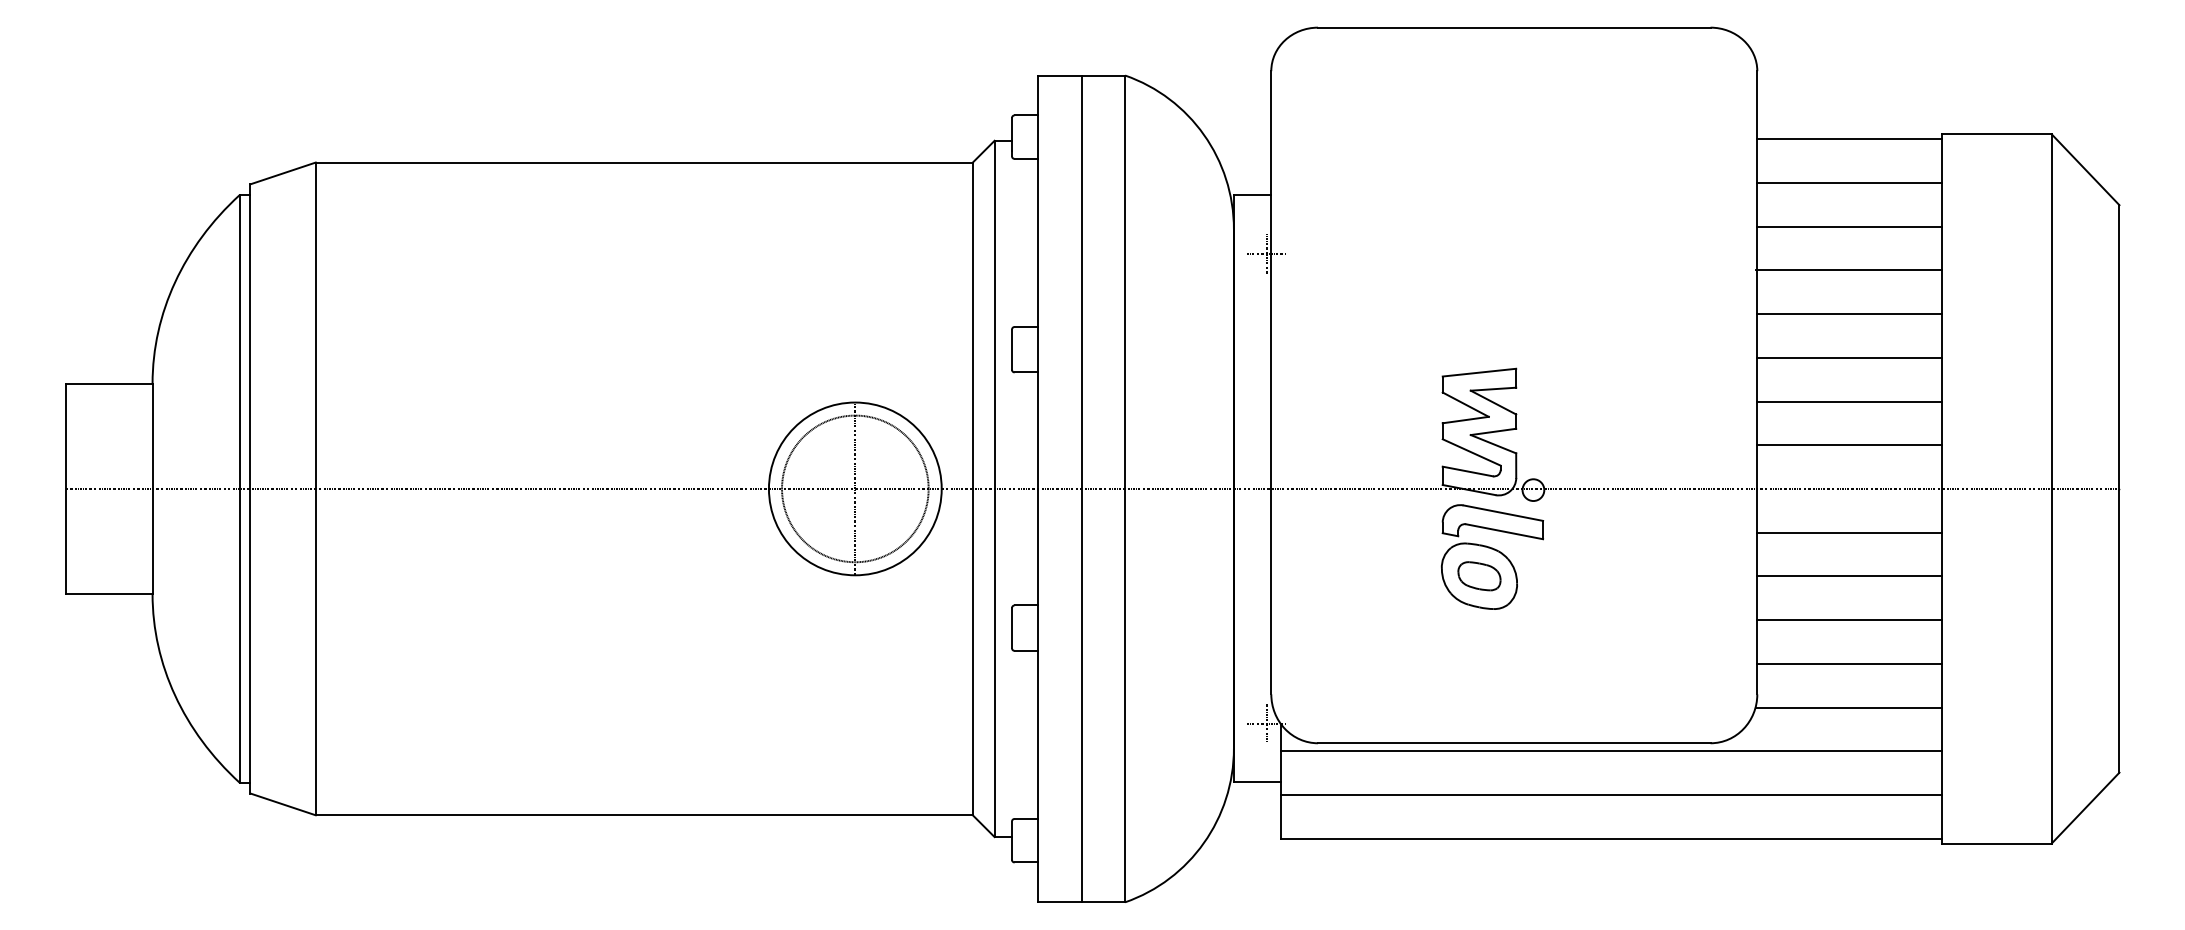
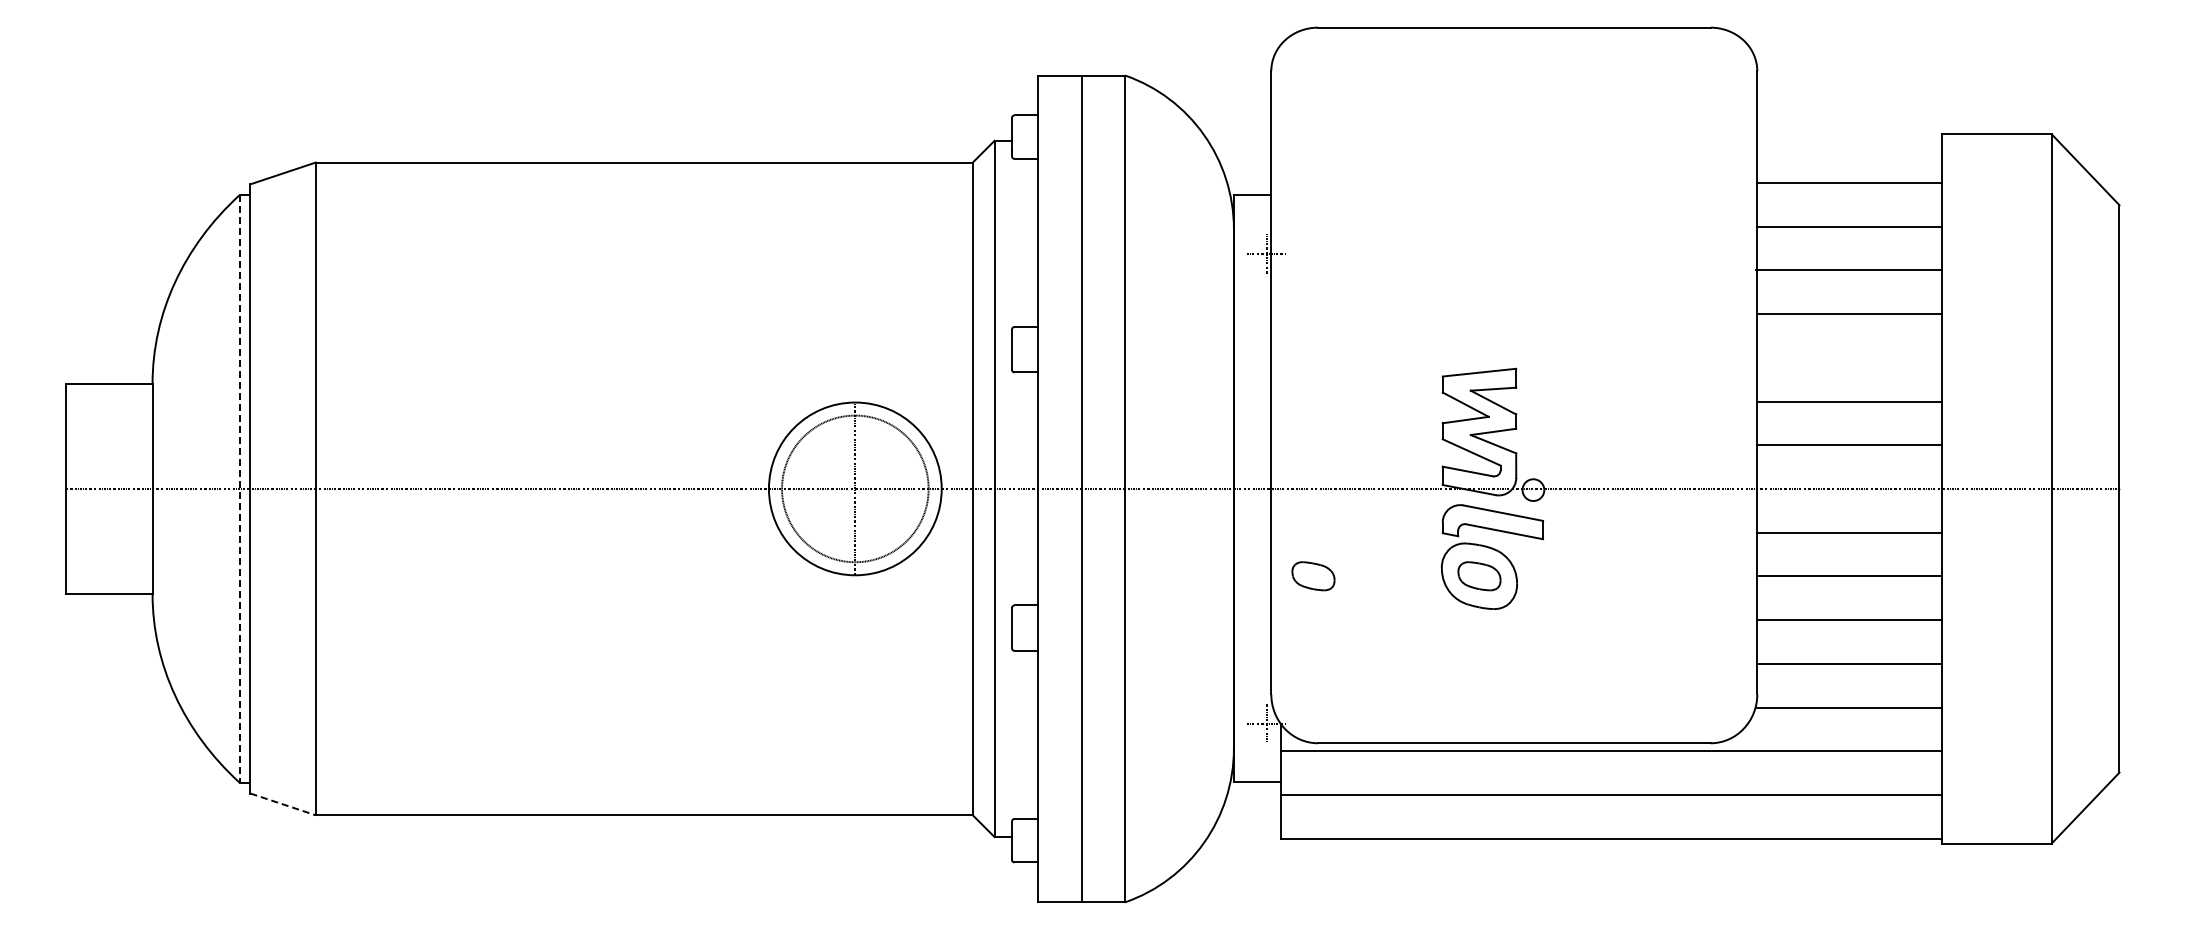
line at (1849, 139): present -> none
line at (1849, 357): present -> none
line at (239, 488): solid -> dashed
part at (1313, 576): none -> present
line at (283, 804): solid -> dashed
